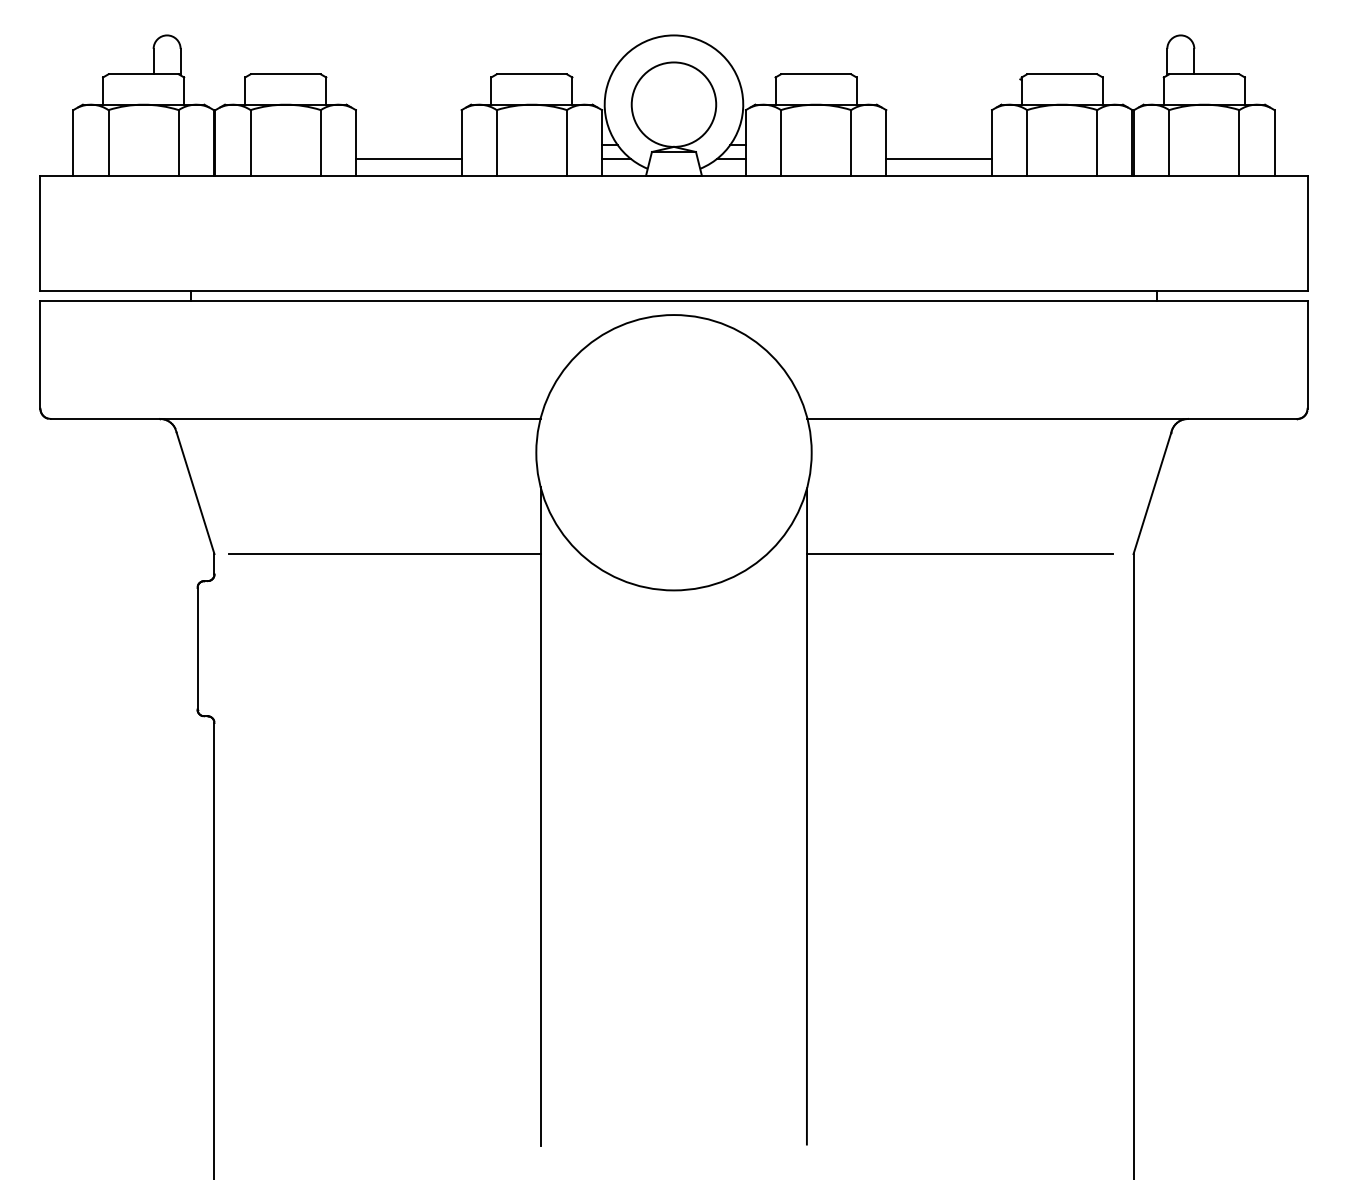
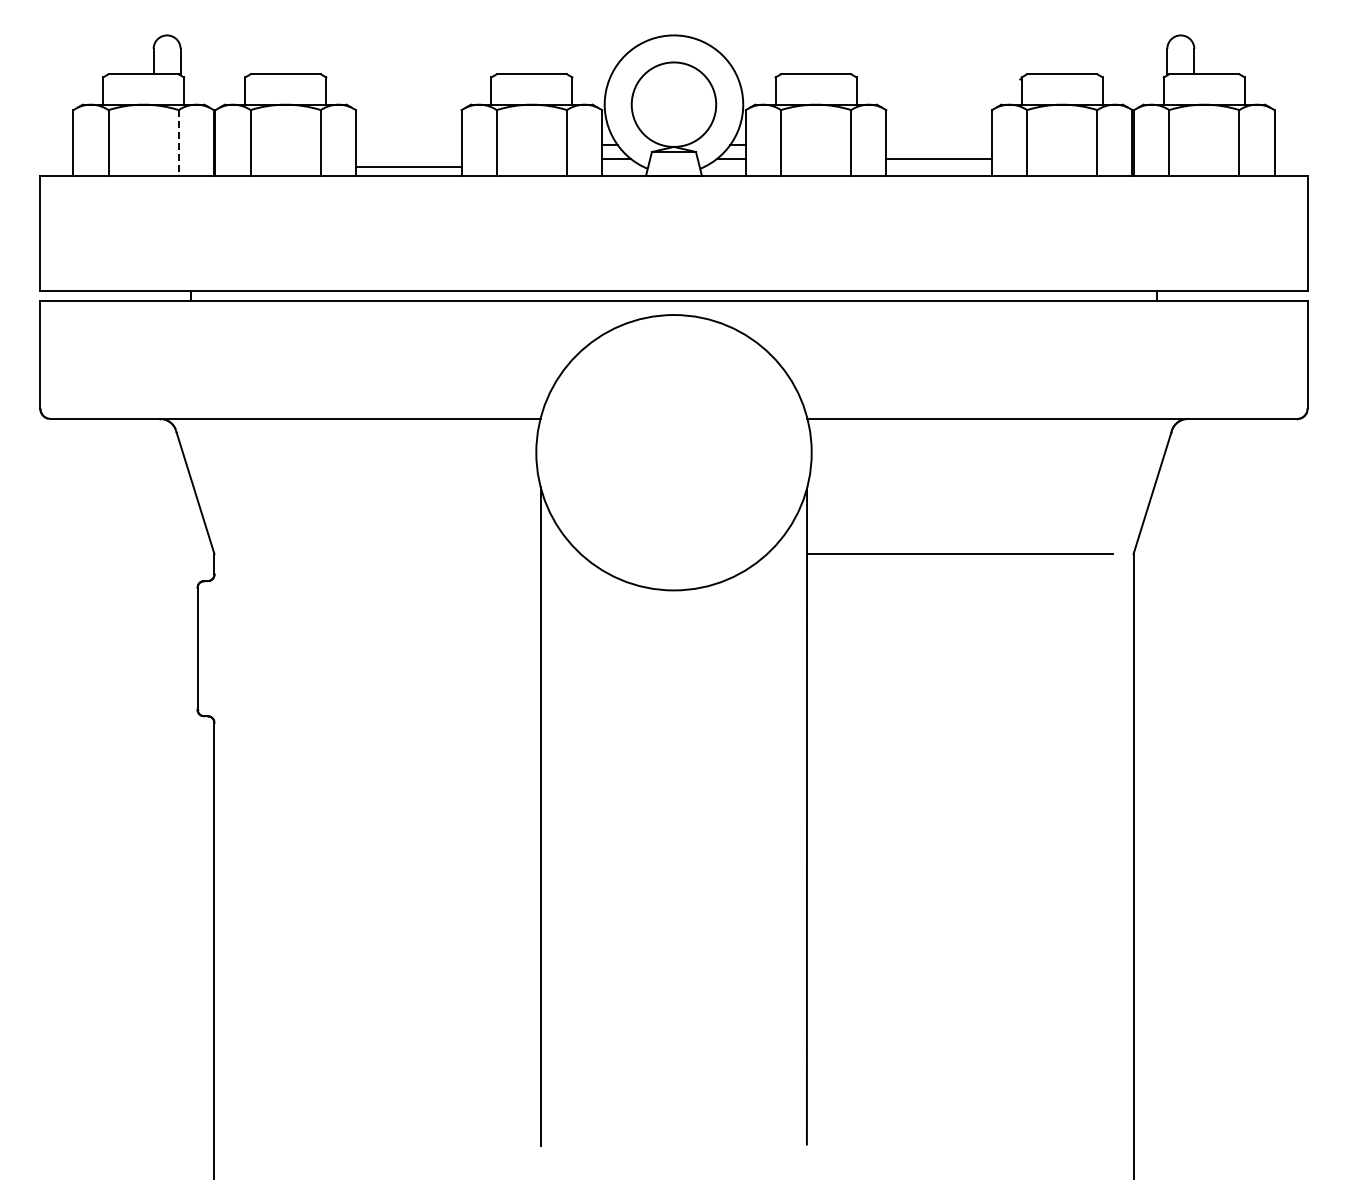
line at (178, 142): solid -> dashed
line at (408, 158) position: (408, 158) -> (408, 166)
line at (384, 554): present -> none
